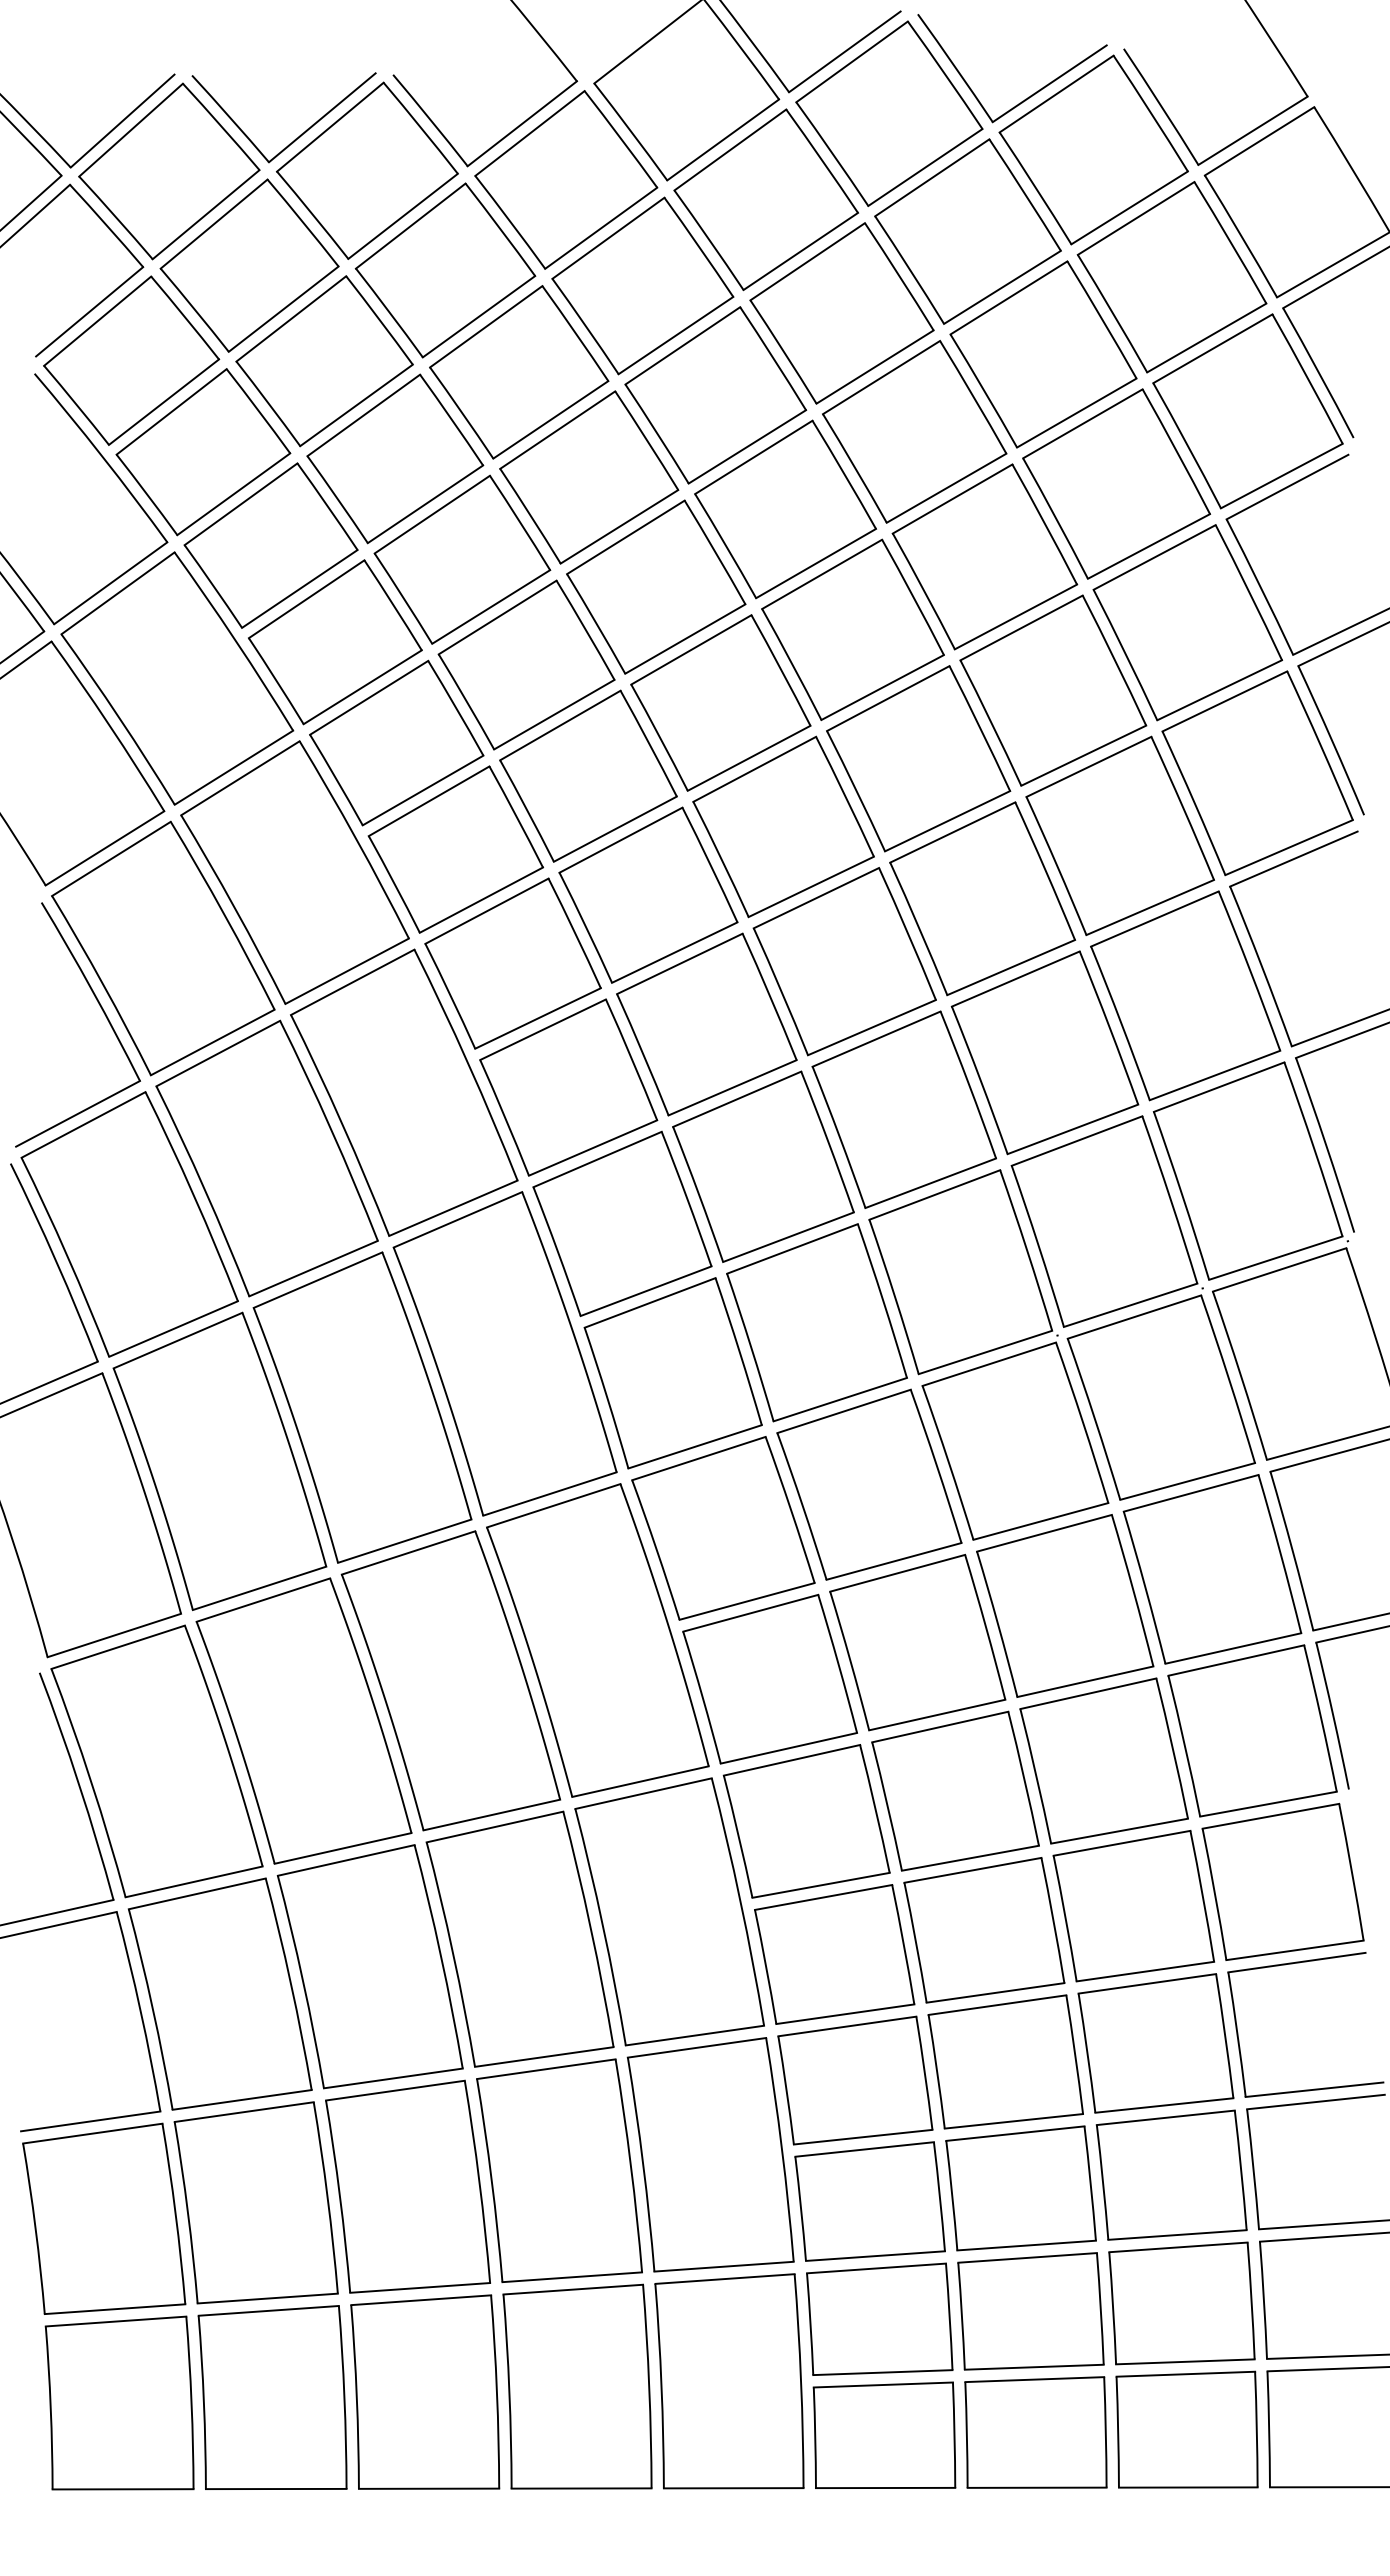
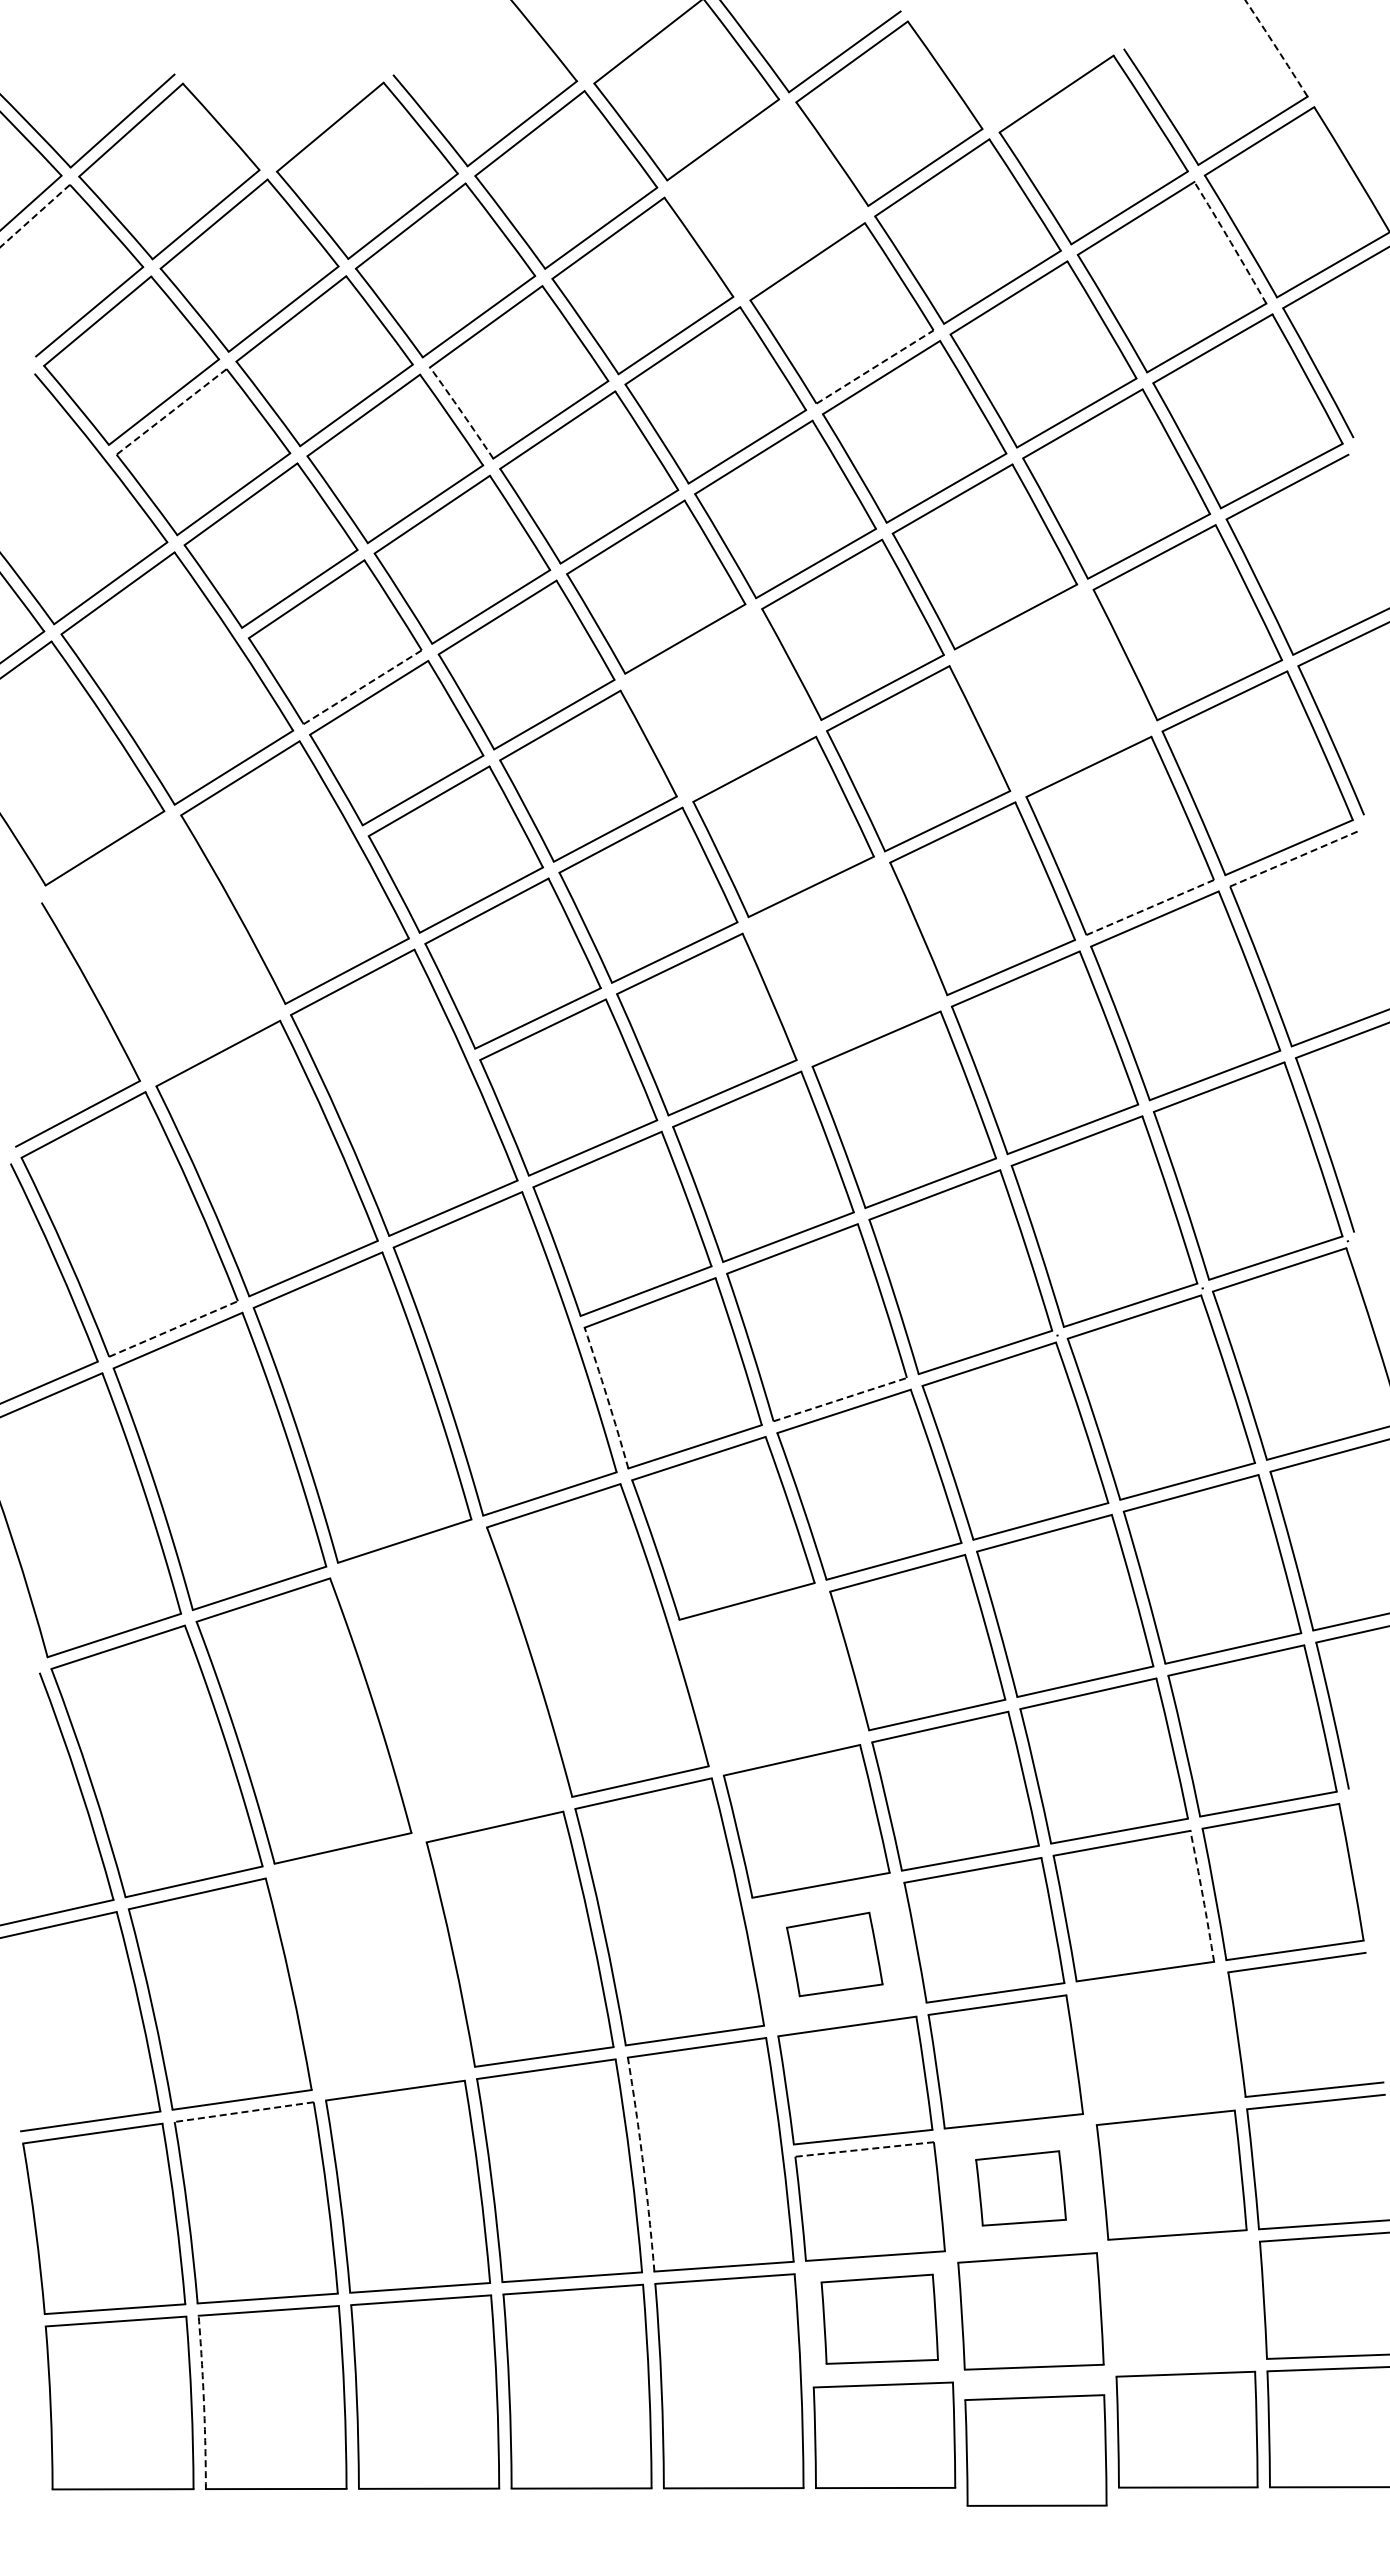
arc at (1276, 47): solid -> dashed
part at (1031, 94): present -> none
part at (300, 134): present -> none
part at (765, 199): present -> none
line at (35, 216): solid -> dashed
arc at (1230, 242): solid -> dashed
line at (875, 366): solid -> dashed
line at (171, 411): solid -> dashed
arc at (462, 412): solid -> dashed
line at (362, 687): solid -> dashed
part at (1053, 690): present -> none
part at (720, 702): present -> none
line at (1293, 859): solid -> dashed
line at (1150, 907): solid -> dashed
part at (163, 948): present -> none
part at (844, 961): present -> none
line at (174, 1328): solid -> dashed
arc at (607, 1397): solid -> dashed
line at (840, 1399): solid -> dashed
part at (769, 1678): present -> none
part at (450, 1680): present -> none
arc at (1202, 1896): solid -> dashed
part at (834, 1954) size: 162x141 px -> 98x87 px
part at (369, 1966): present -> none
part at (1155, 2043): present -> none
line at (243, 2112): solid -> dashed
line at (864, 2149): solid -> dashed
arc at (643, 2164): solid -> dashed
part at (1020, 2188) size: 152x127 px -> 92x77 px
part at (1181, 2303): present -> none
part at (879, 2318) size: 148x114 px -> 119x92 px
arc at (203, 2402): solid -> dashed
part at (1035, 2432) position: (1035, 2432) -> (1035, 2450)
